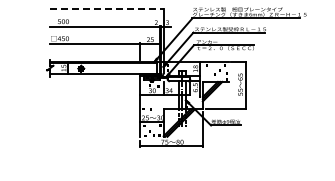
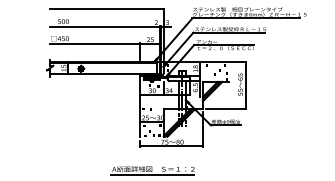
line at (106, 9): dashed -> solid
part at (152, 170): none -> present
